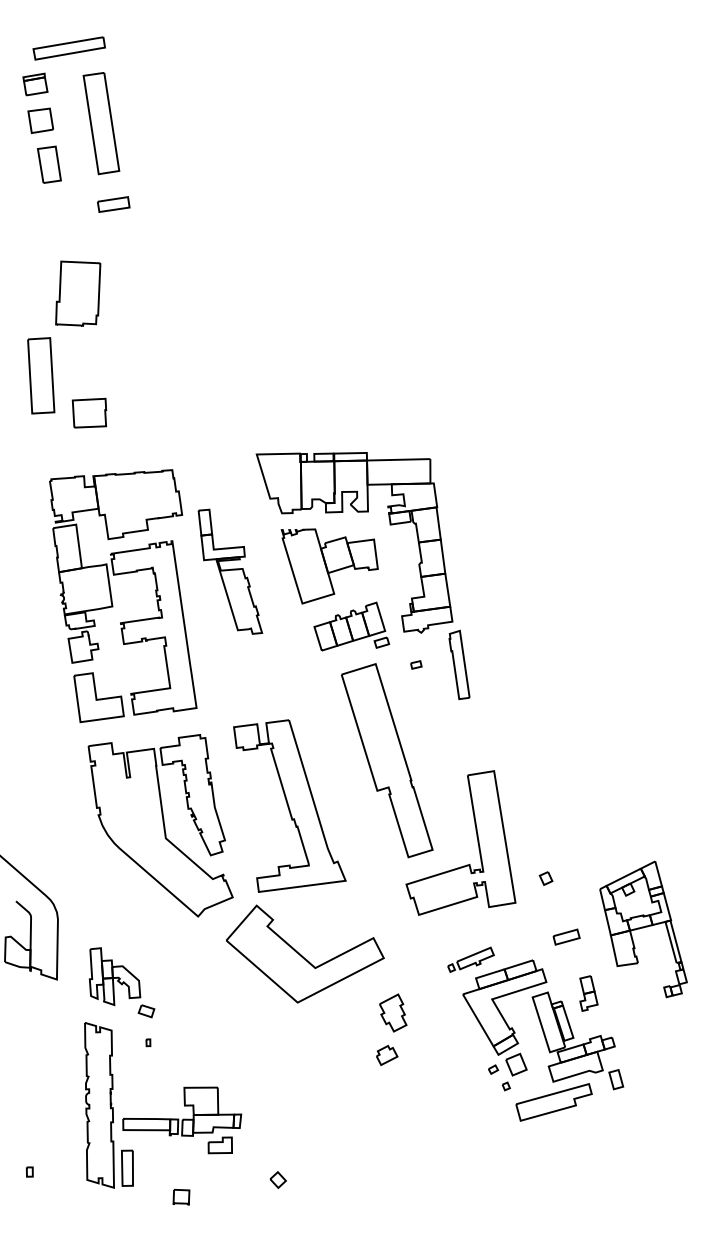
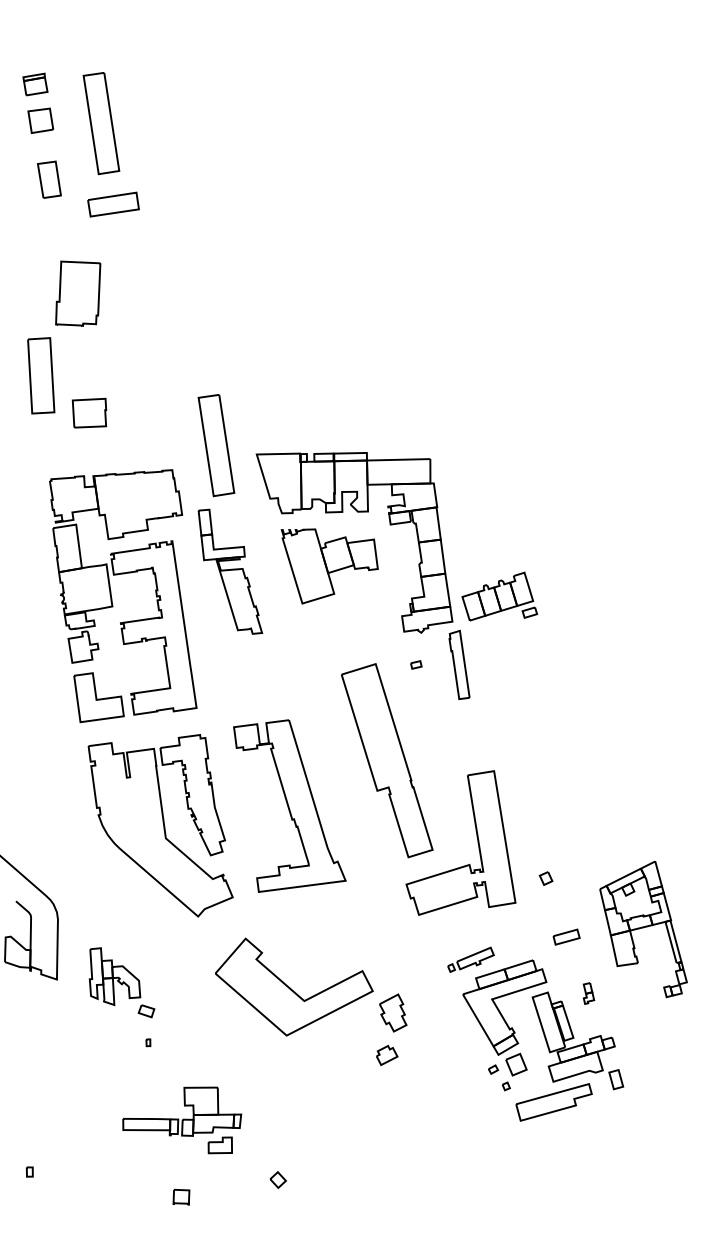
part at (68, 48): present -> none
part at (49, 164) position: (49, 164) -> (49, 179)
part at (113, 204) size: 34x17 px -> 53x27 px
part at (216, 445): none -> present
part at (351, 626) position: (351, 626) -> (499, 596)
part at (305, 953) position: (305, 953) -> (294, 986)
part at (588, 993) size: 20x37 px -> 14x23 px
part at (108, 1105): present -> none
